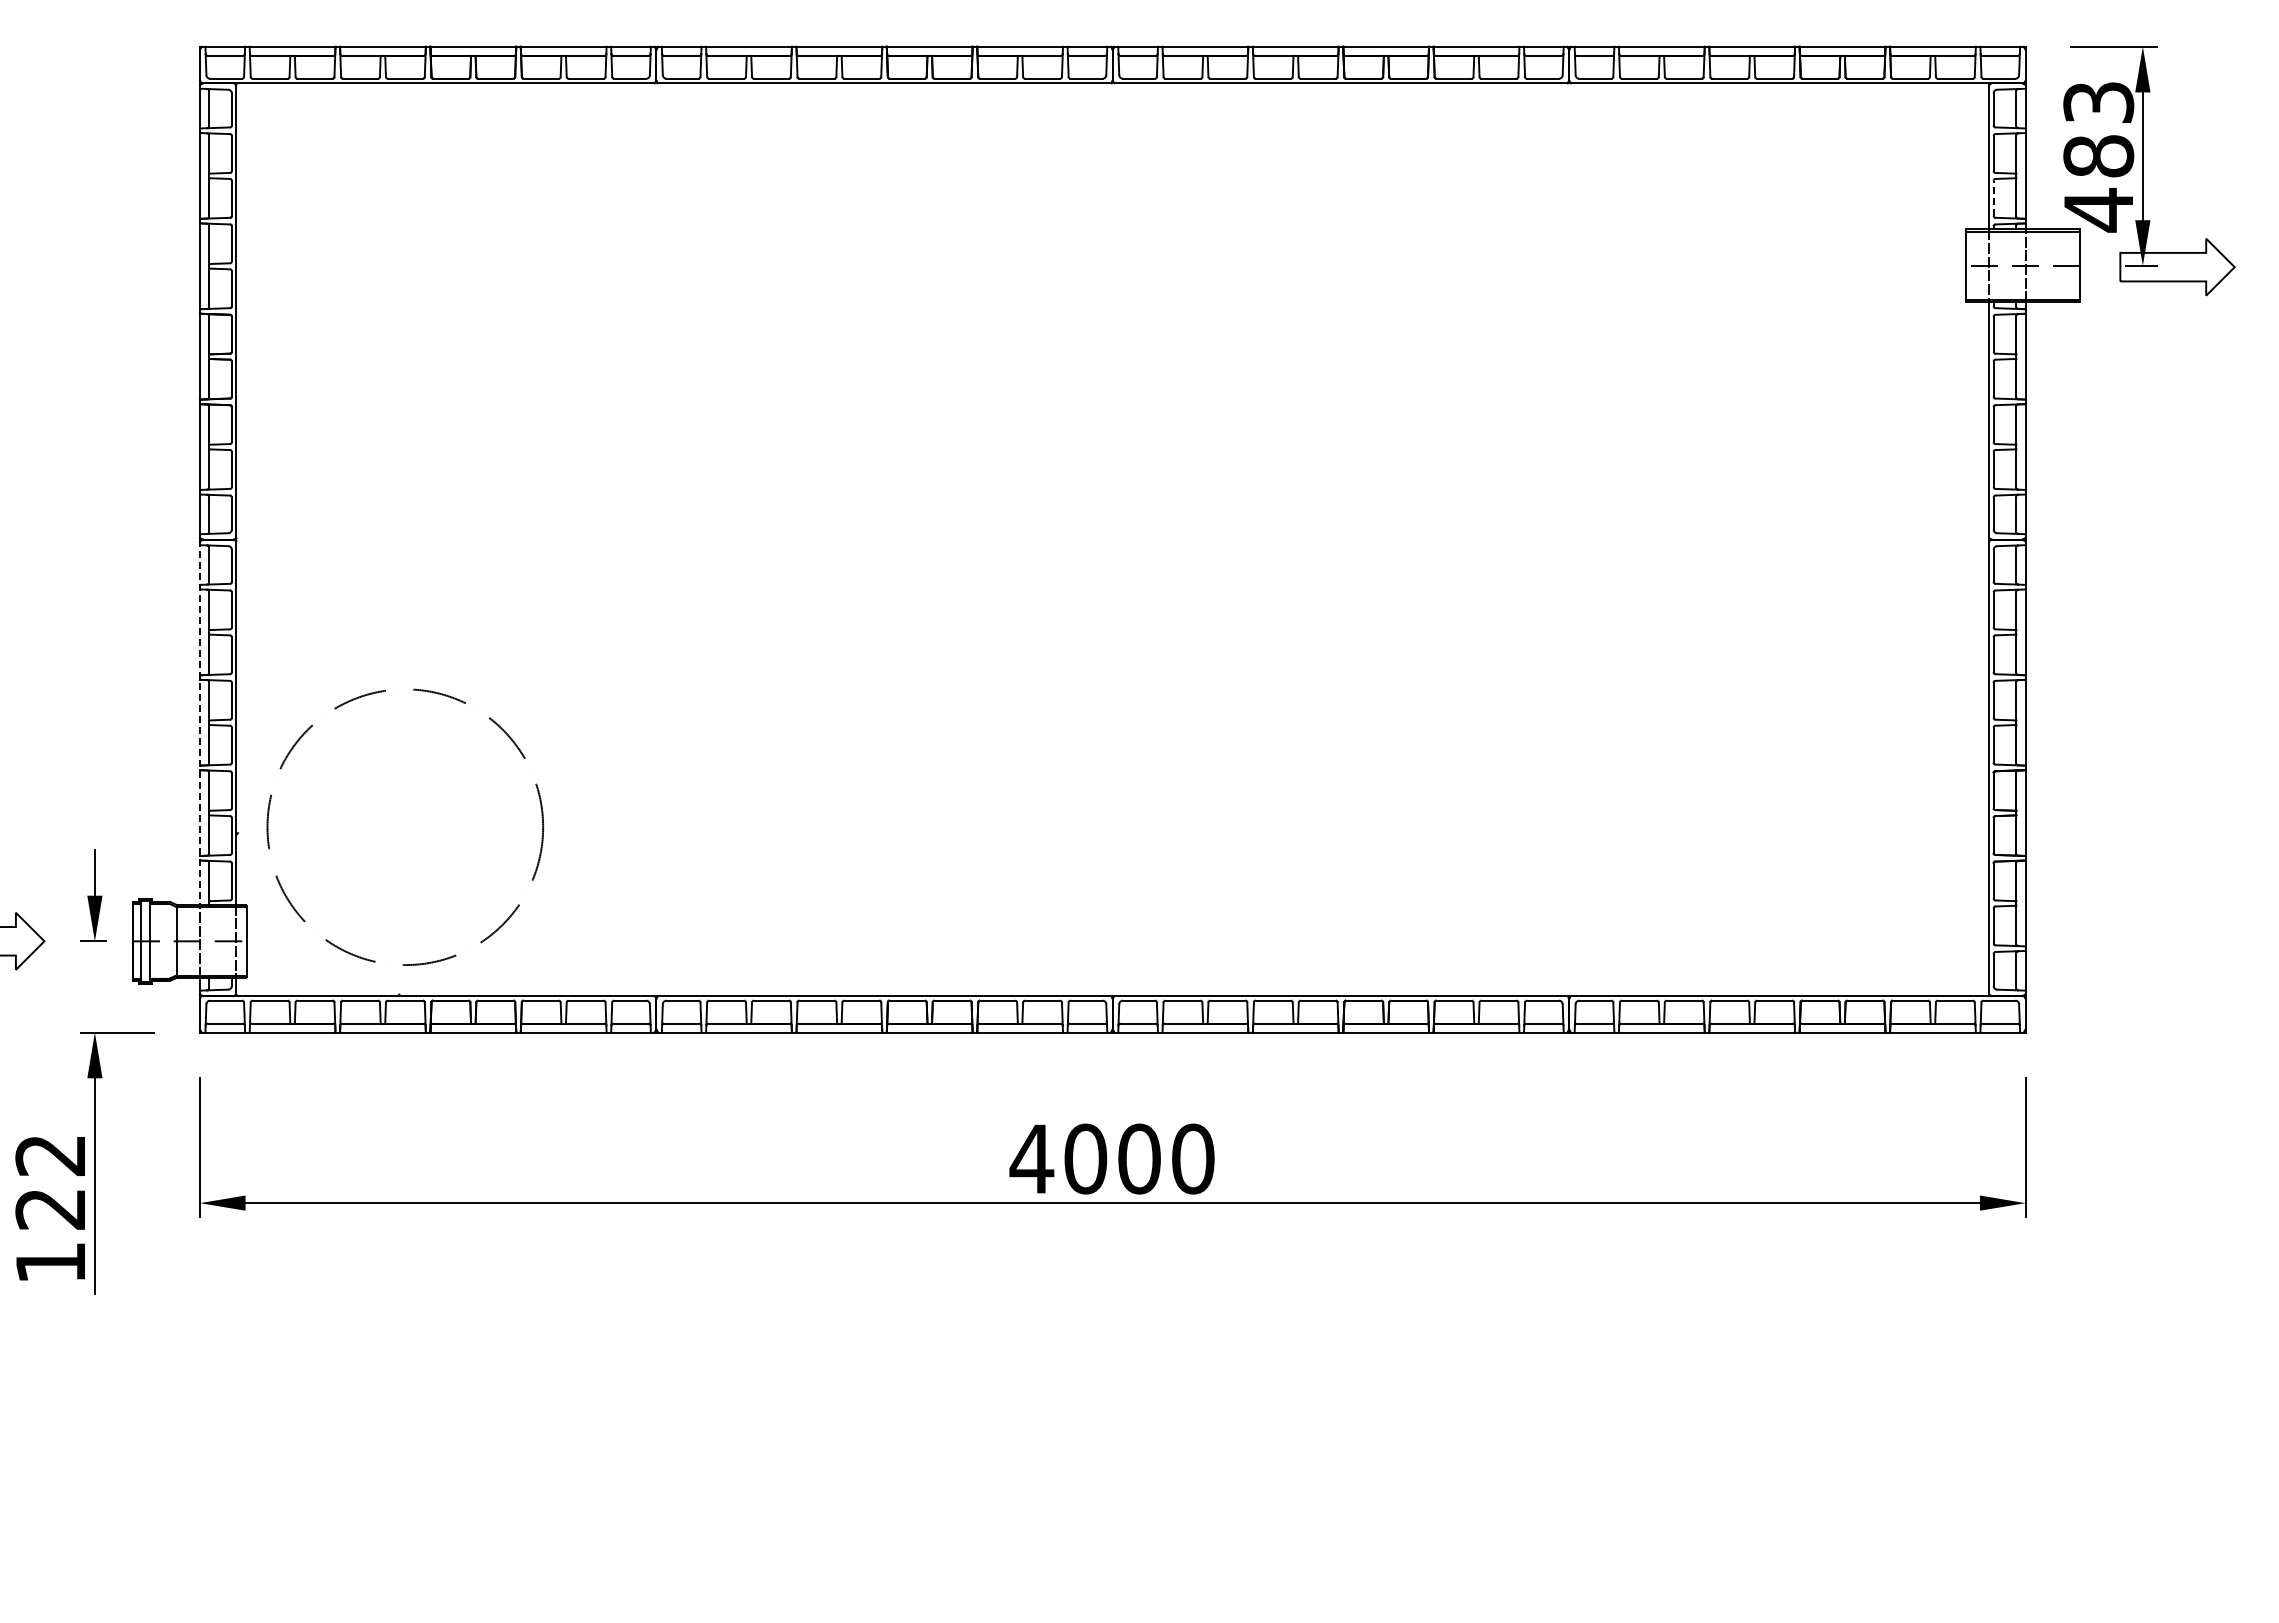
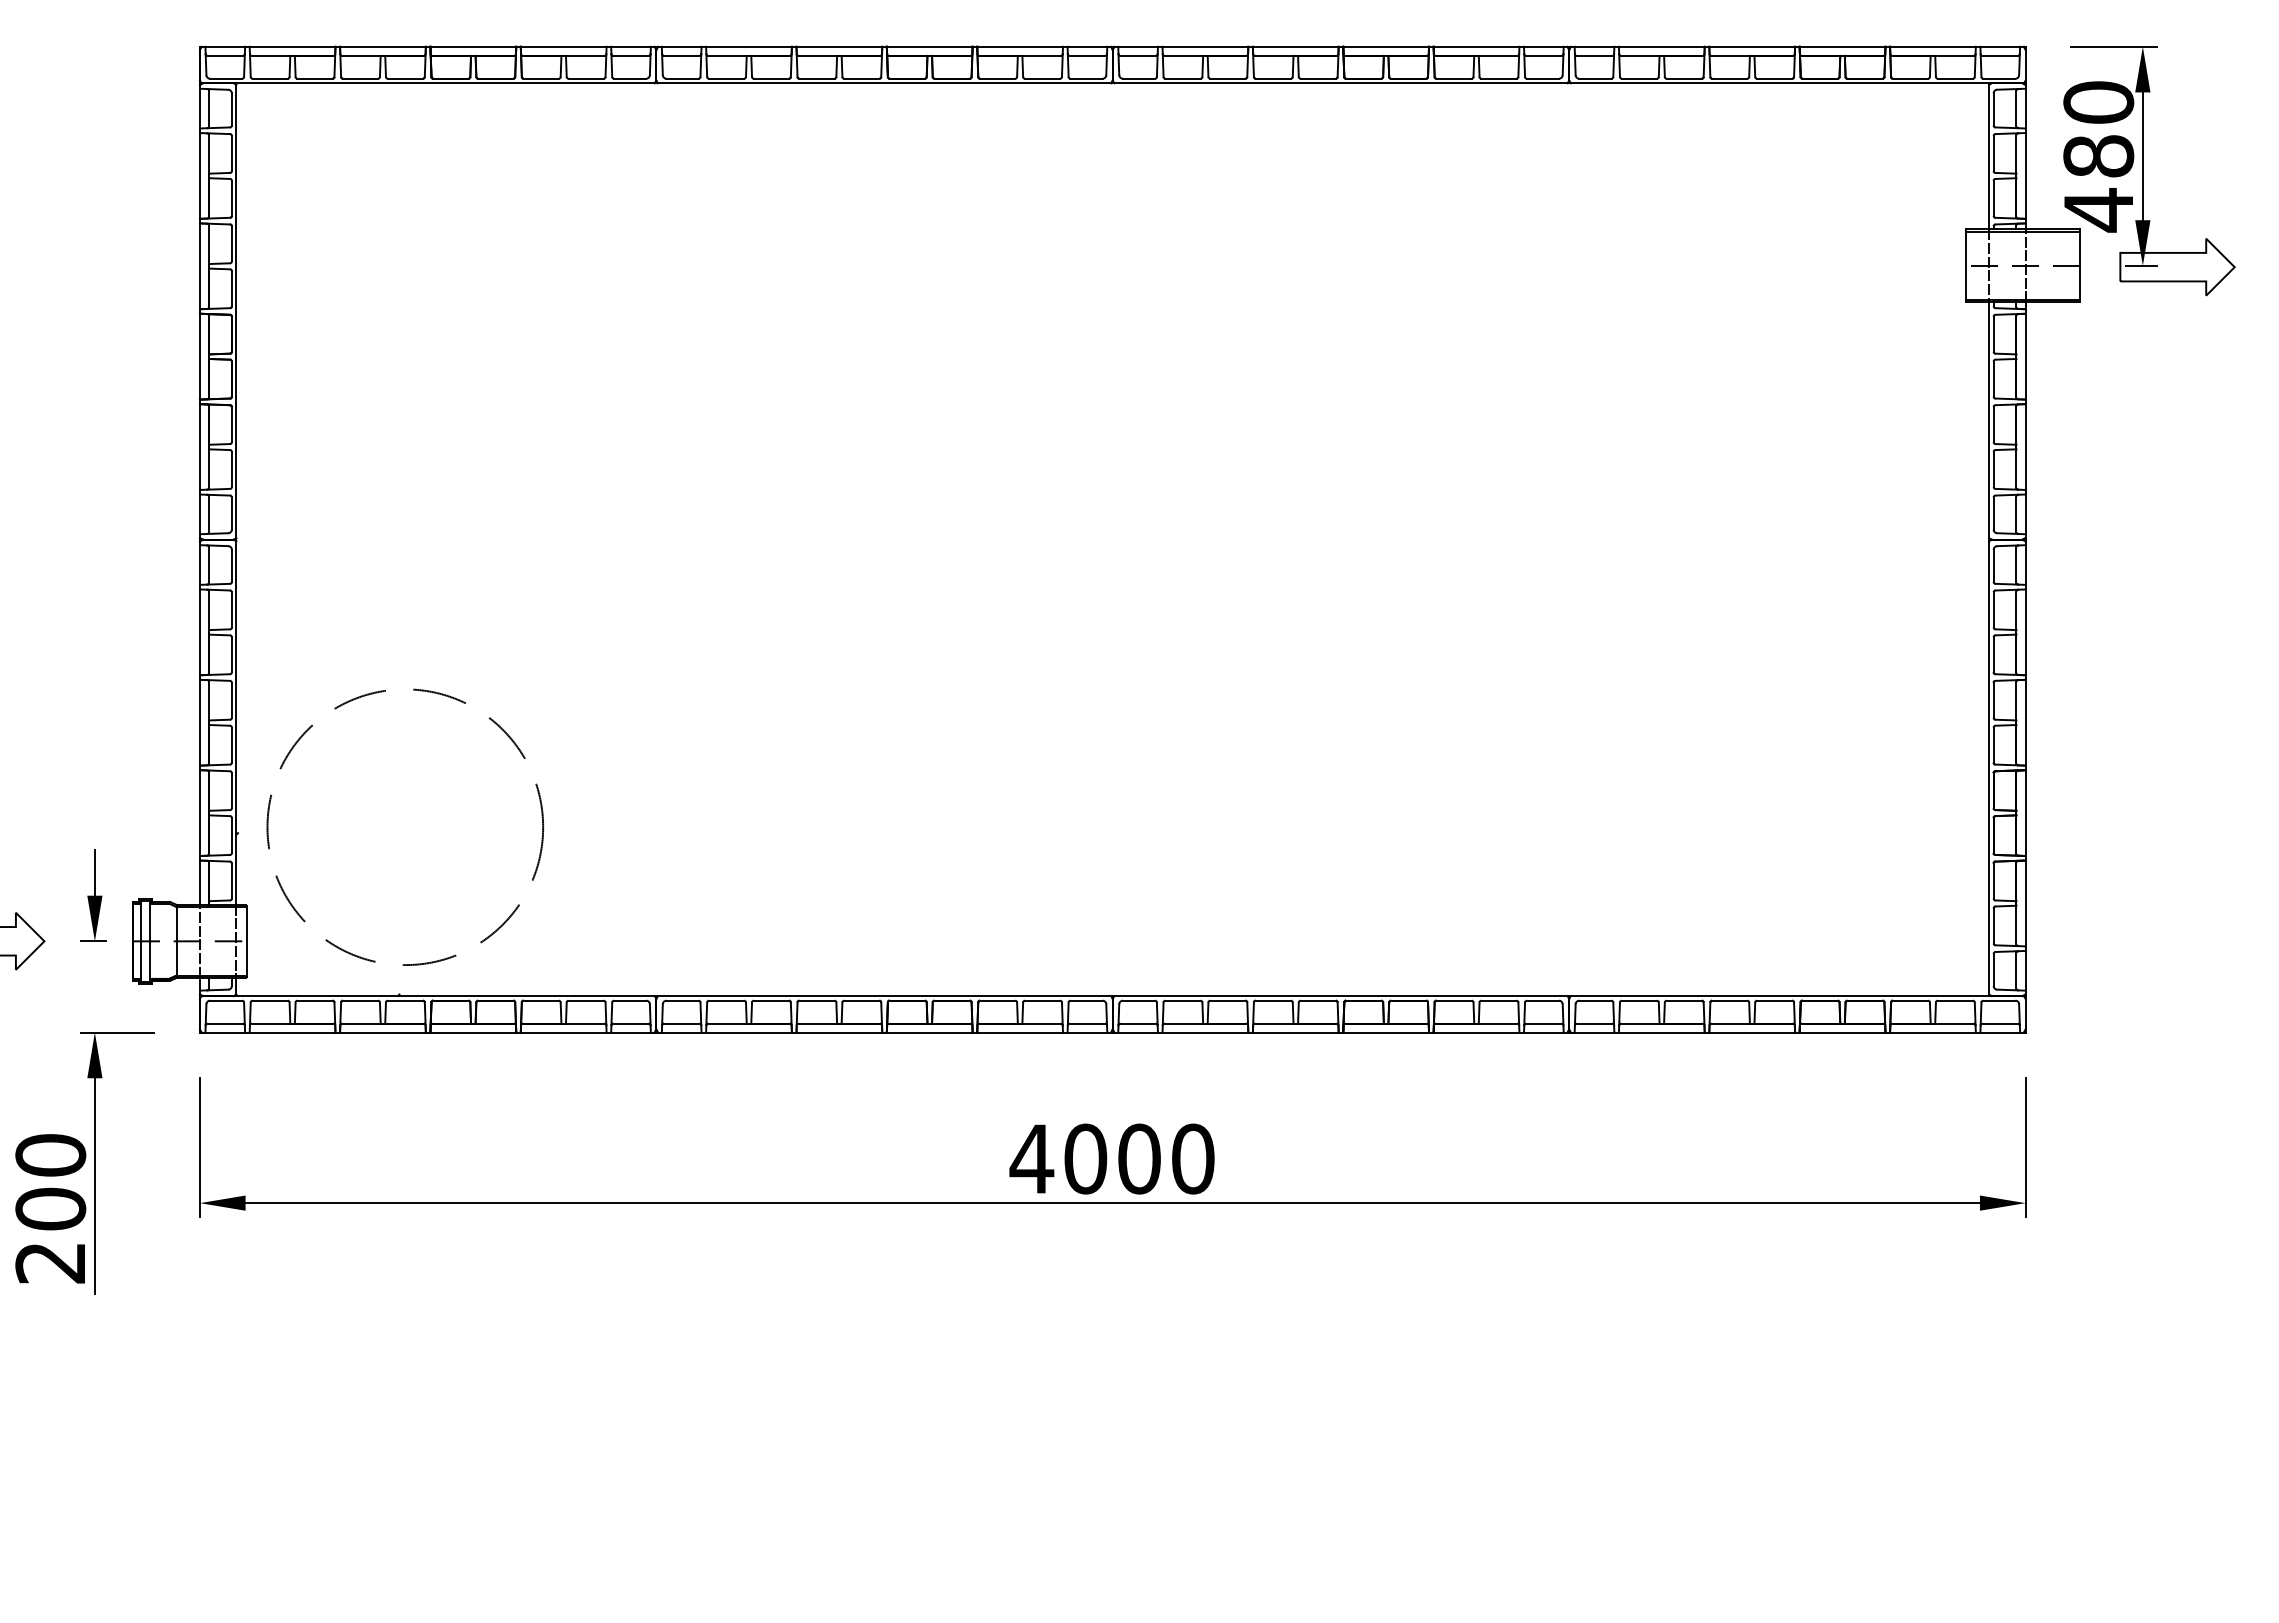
text at (2098, 102): 483 -> 480
line at (1993, 198): dashed -> solid
line at (199, 722): dashed -> solid
text at (50, 1208): 122 -> 200
